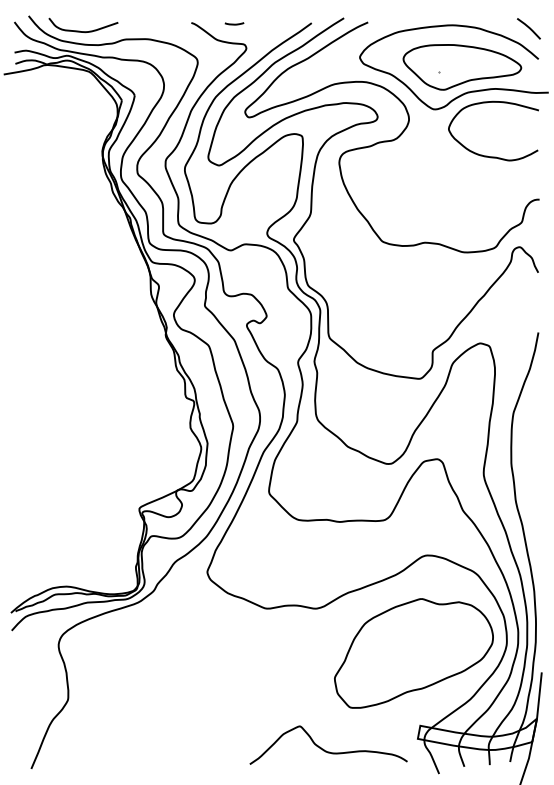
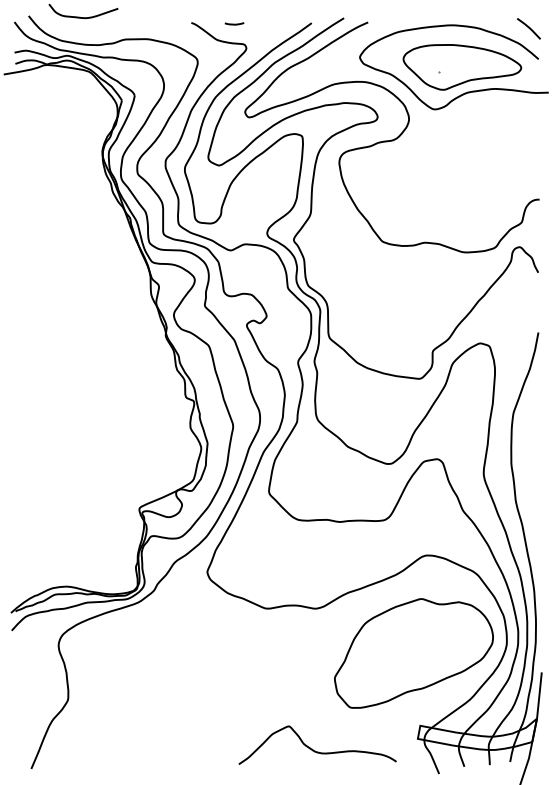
curve at (83, 31) position: (83, 31) -> (83, 17)
curve at (487, 155): present -> none
curve at (326, 750) position: (326, 750) -> (315, 750)
